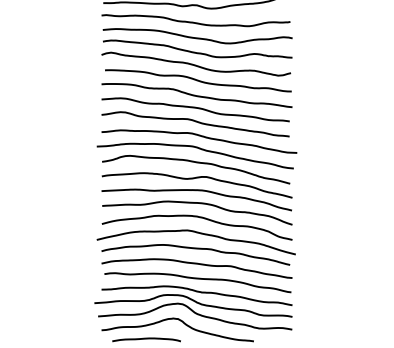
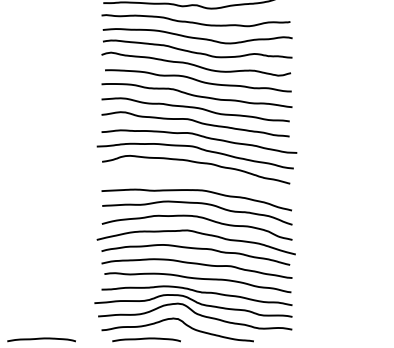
curve at (193, 179): present -> none
curve at (41, 339): none -> present
